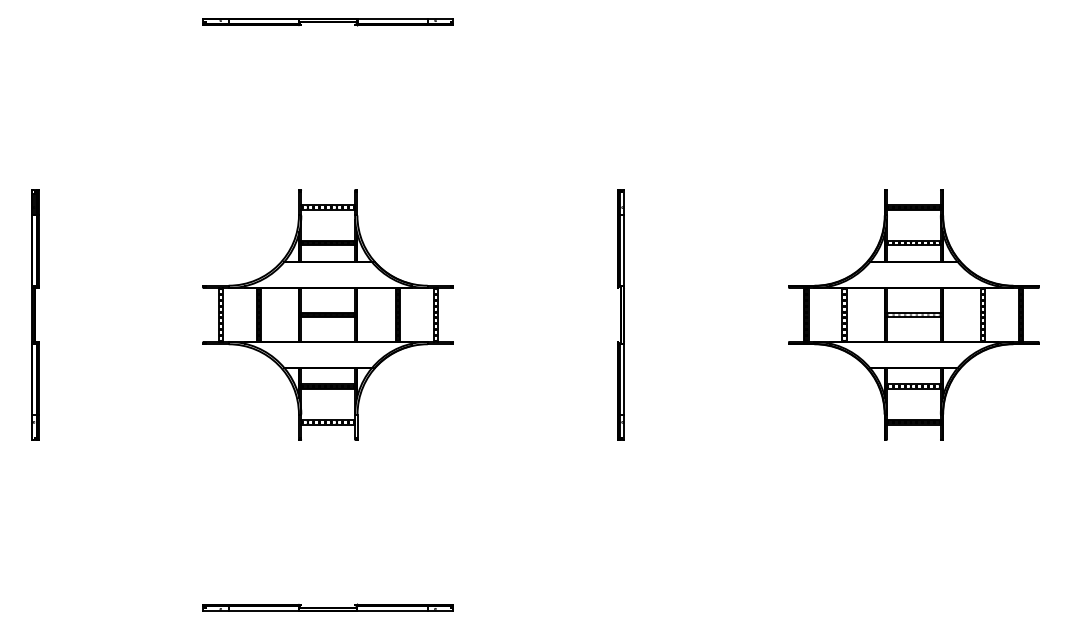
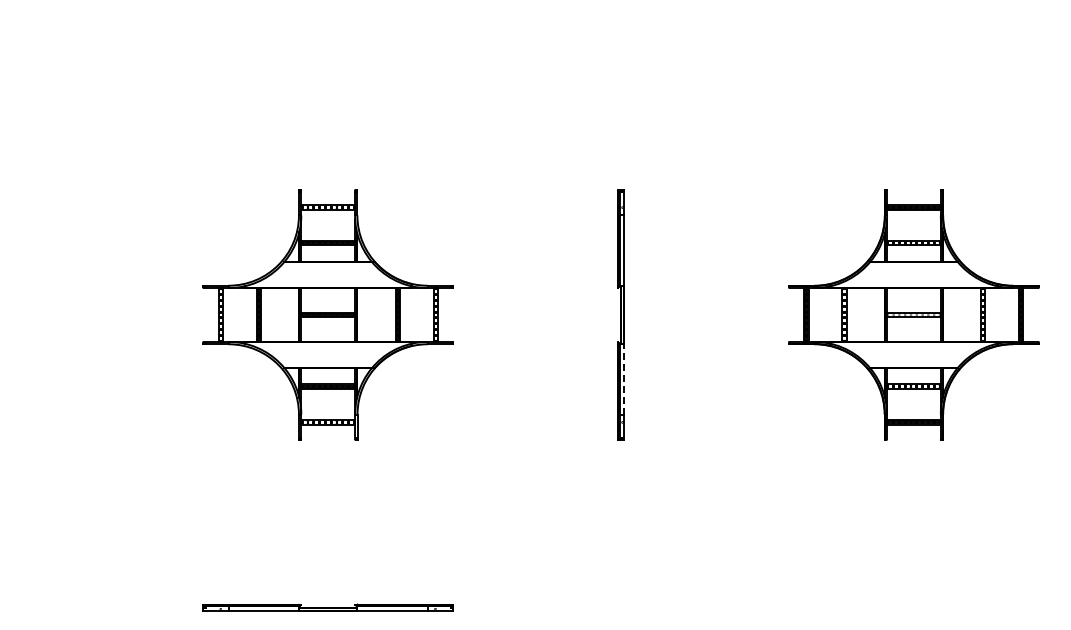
part at (327, 22): present -> none
part at (35, 314): present -> none
line at (624, 378): solid -> dashed
